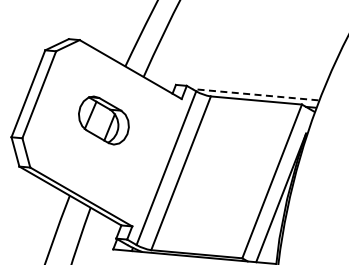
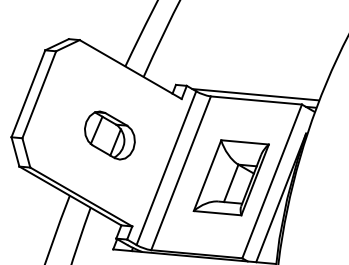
line at (254, 94): dashed -> solid
part at (103, 120) position: (103, 120) -> (109, 135)
part at (230, 177): none -> present
